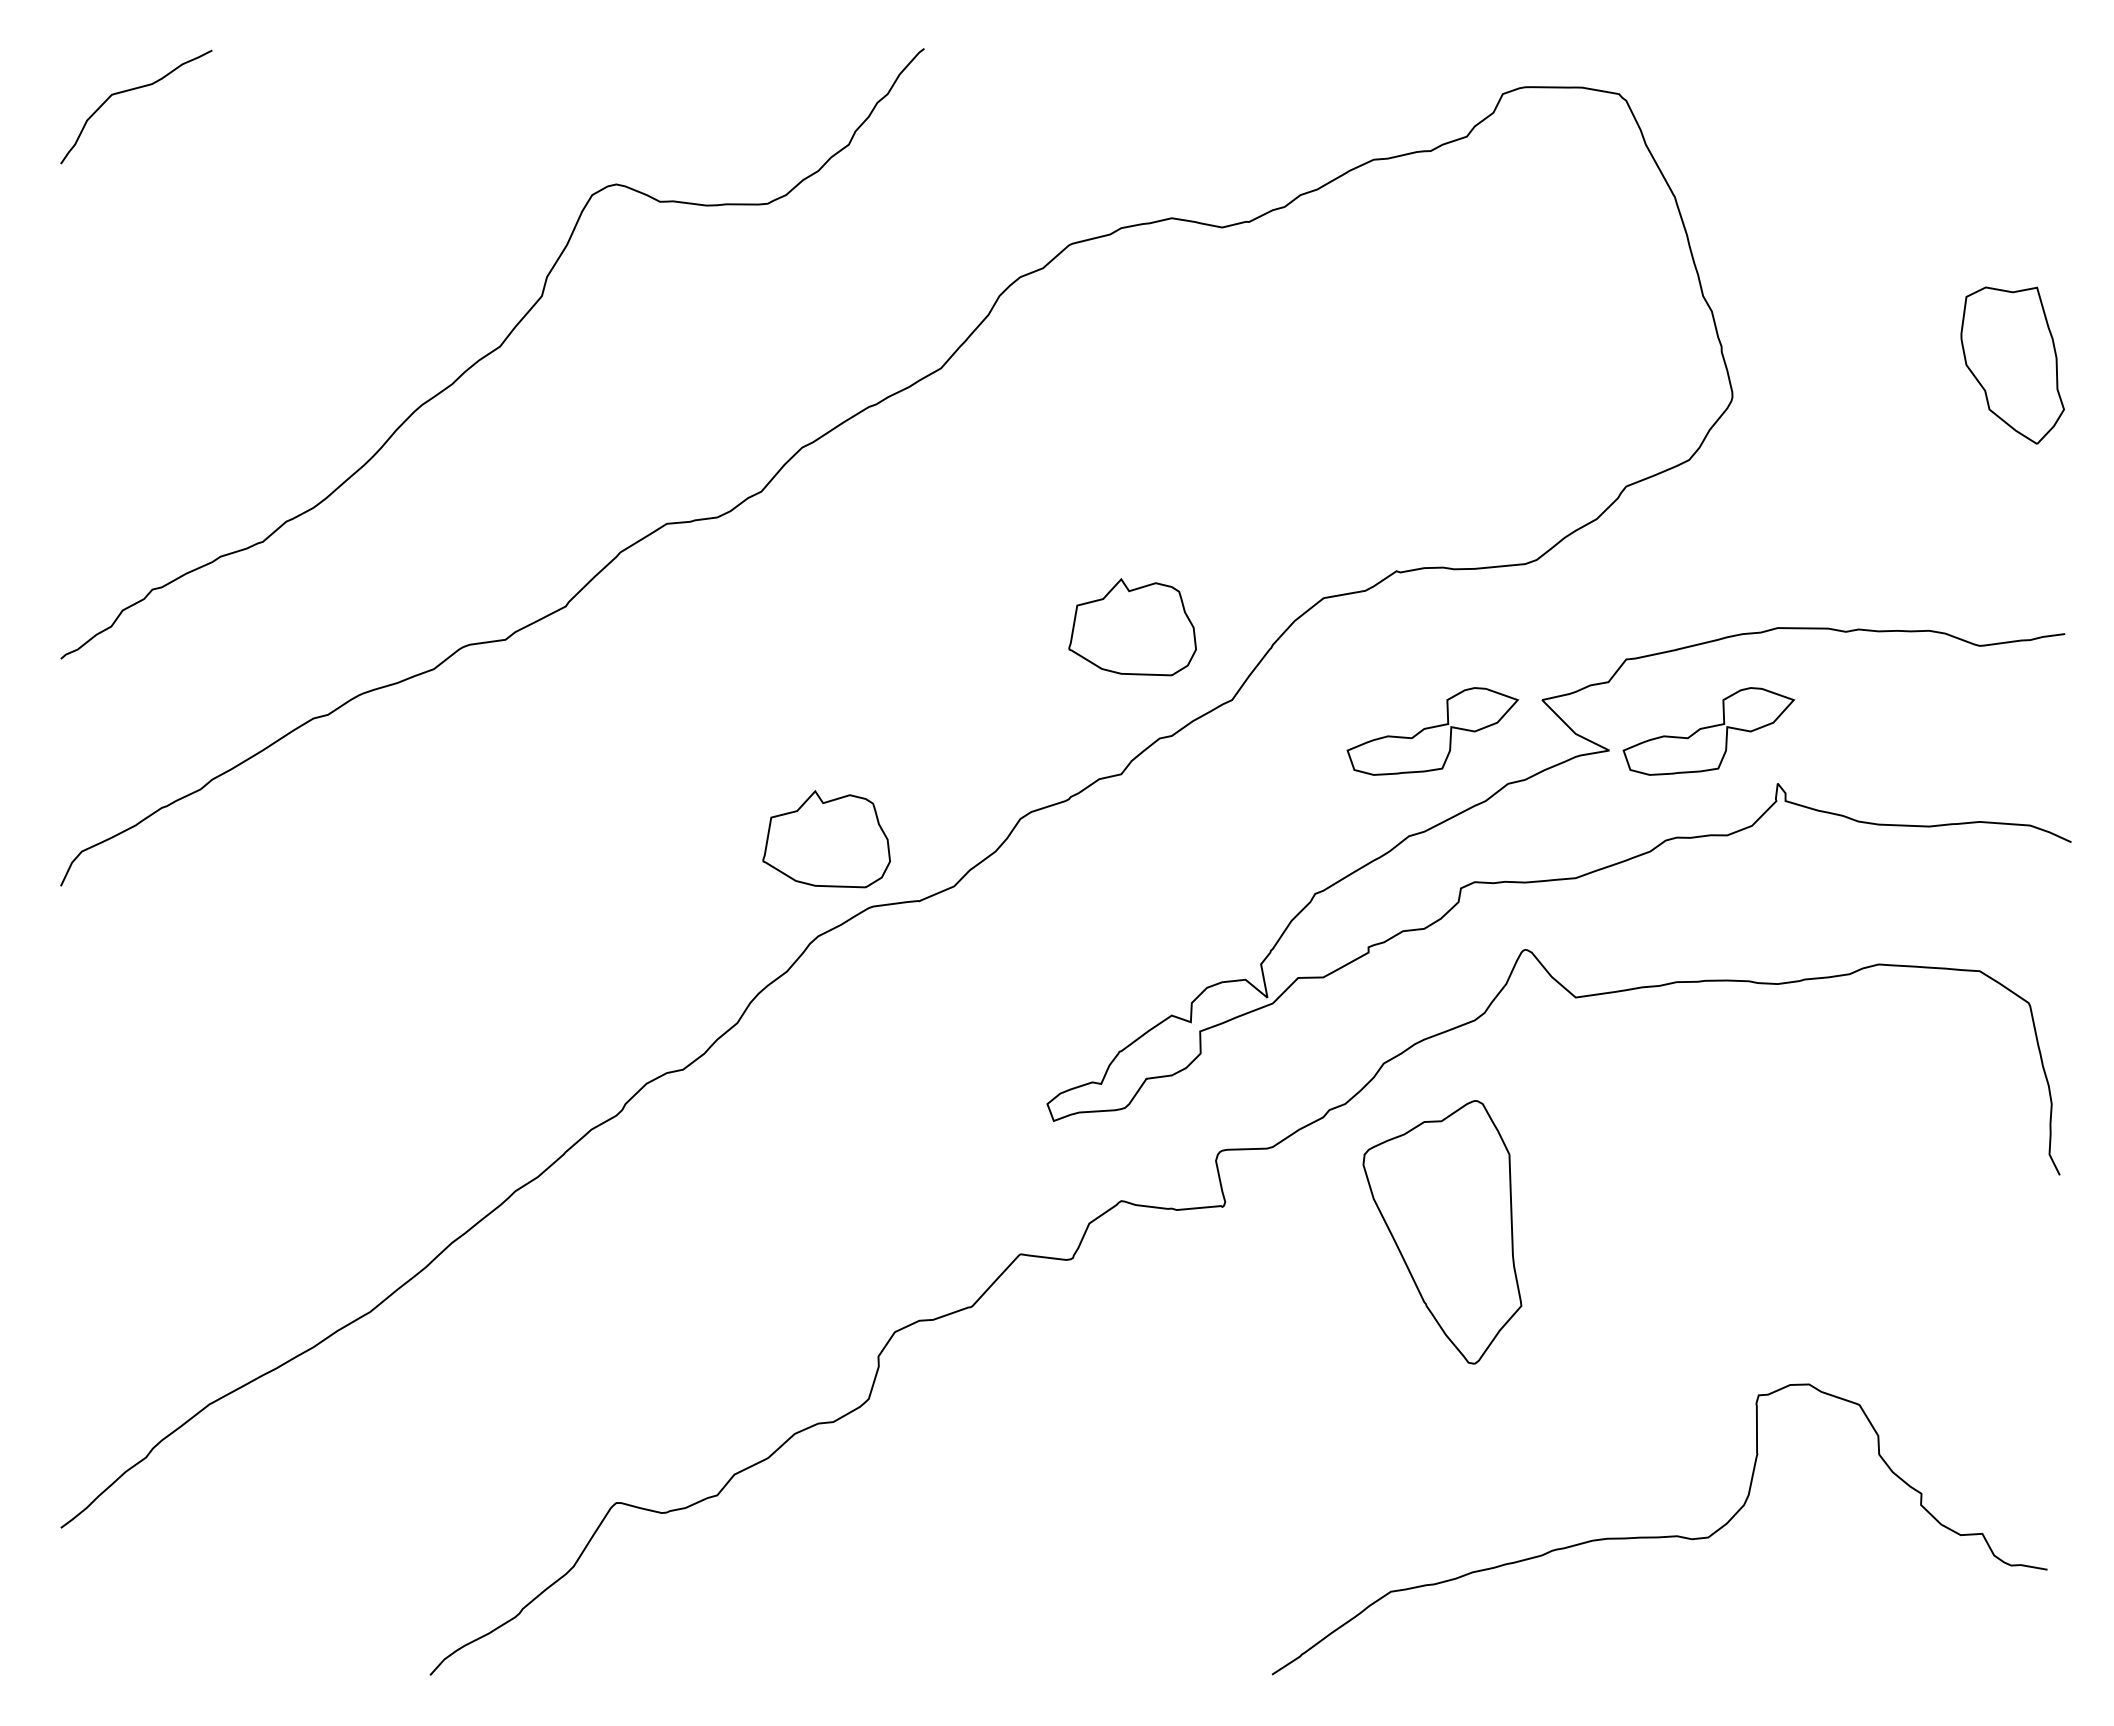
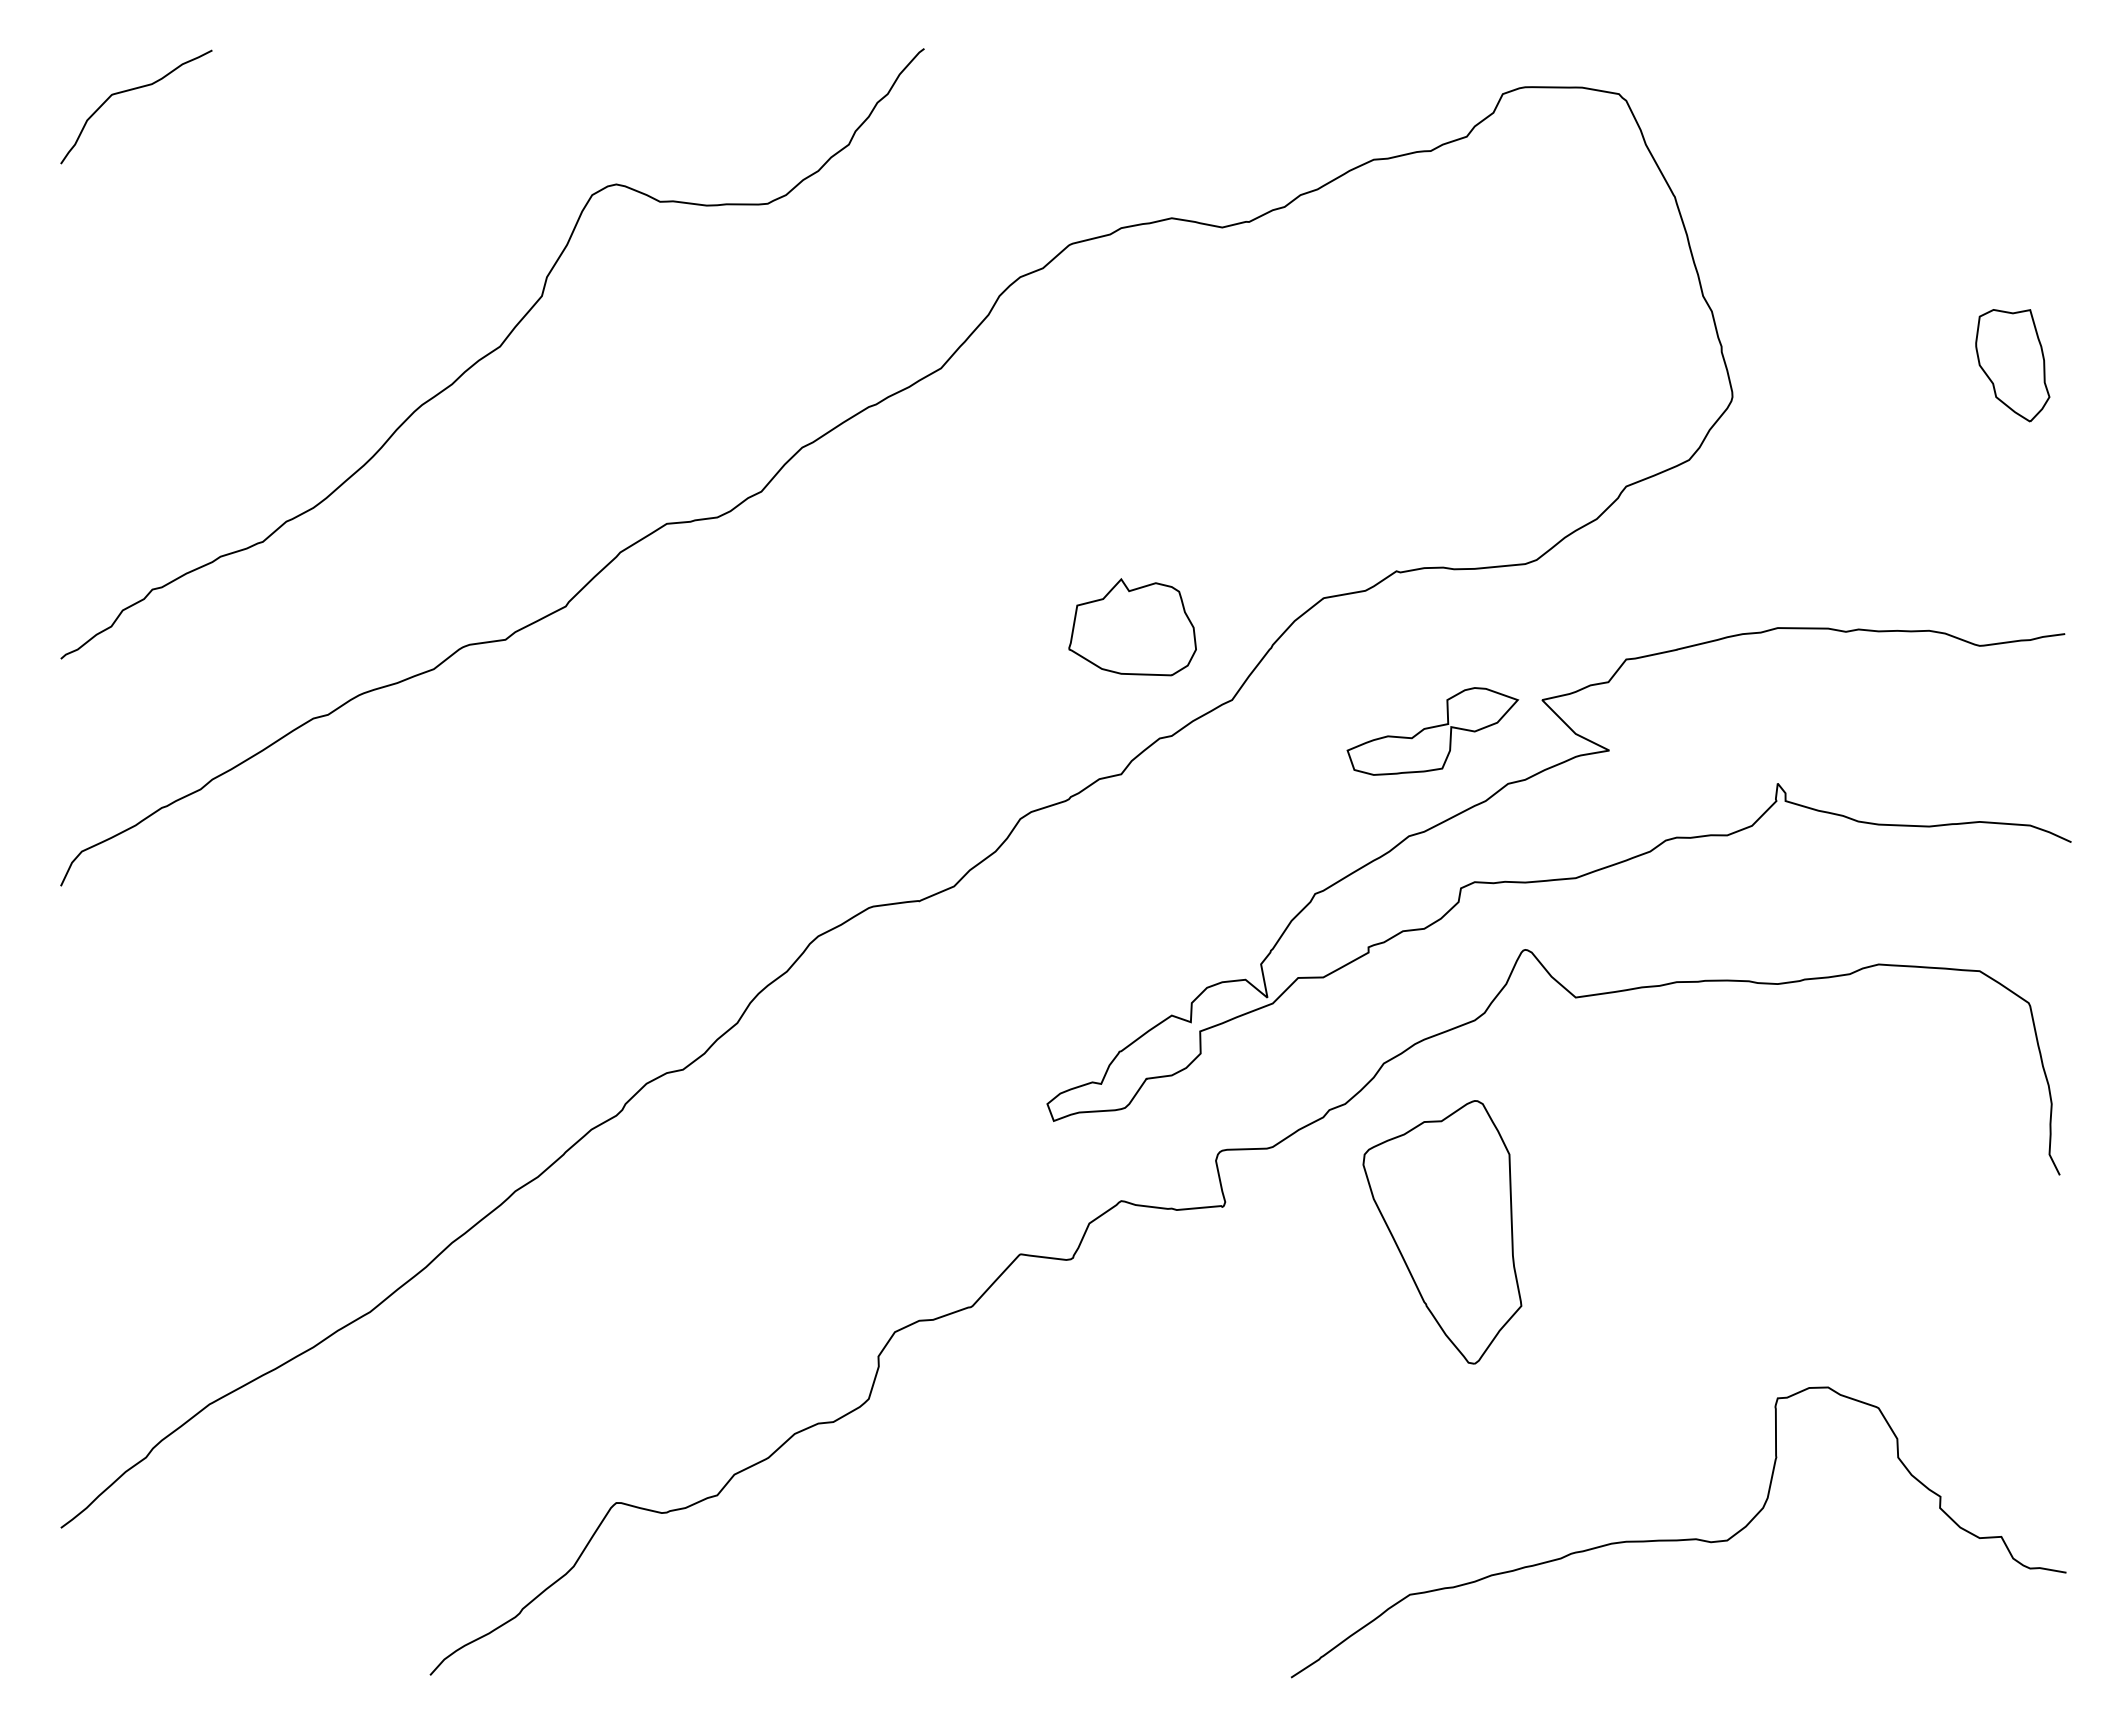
part at (2012, 365) size: 105x159 px -> 76x114 px
part at (1708, 731): present -> none
part at (826, 839): present -> none
curve at (1659, 1536) position: (1659, 1536) -> (1678, 1539)
